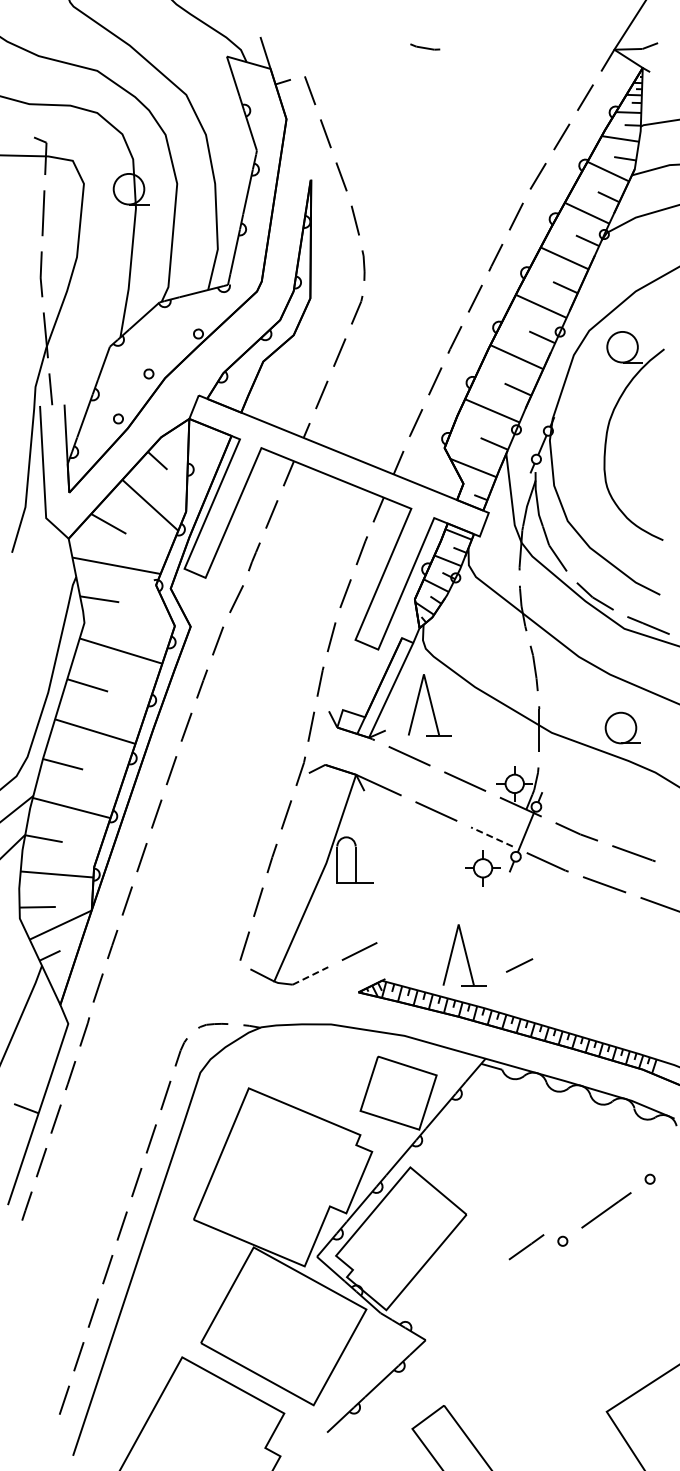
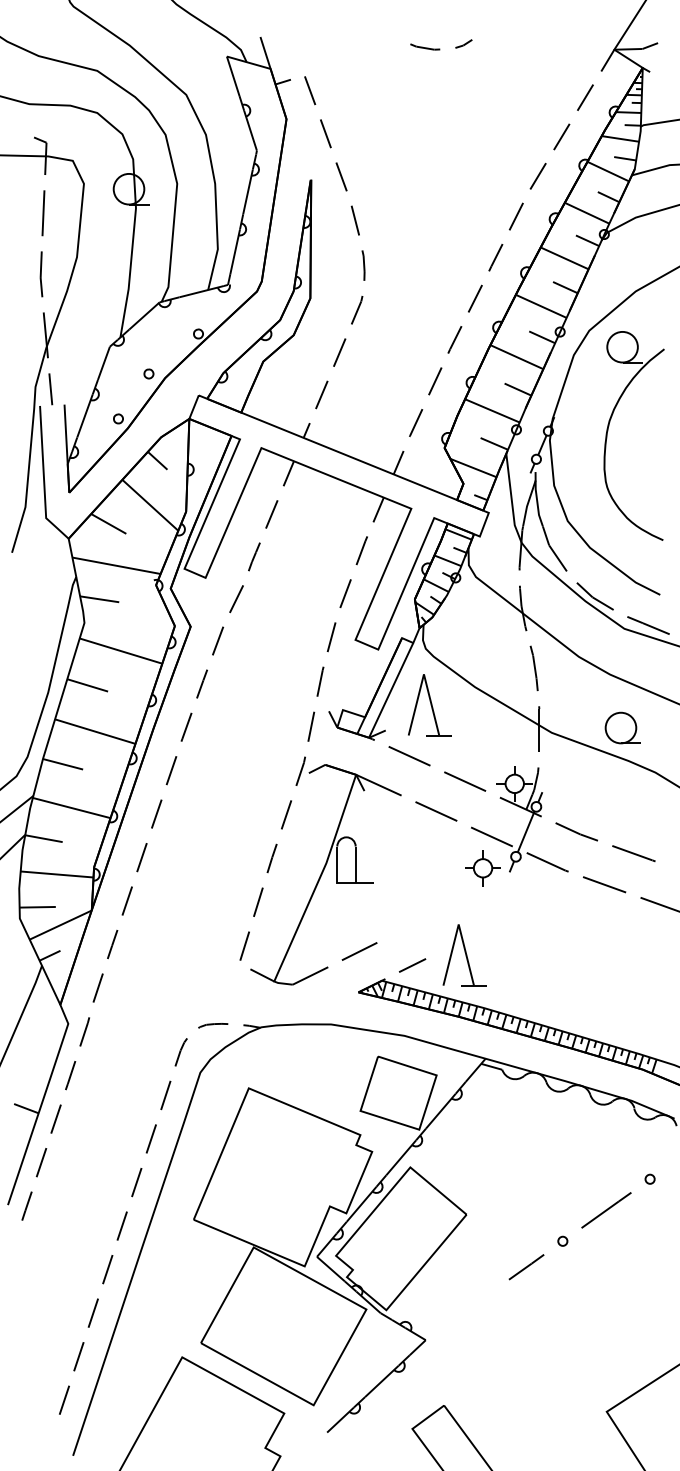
line at (464, 43): none -> present
line at (491, 836): dashed -> solid
line at (519, 965) position: (519, 965) -> (412, 965)
line at (310, 975): dashed -> solid
line at (526, 1247) position: (526, 1247) -> (526, 1267)
